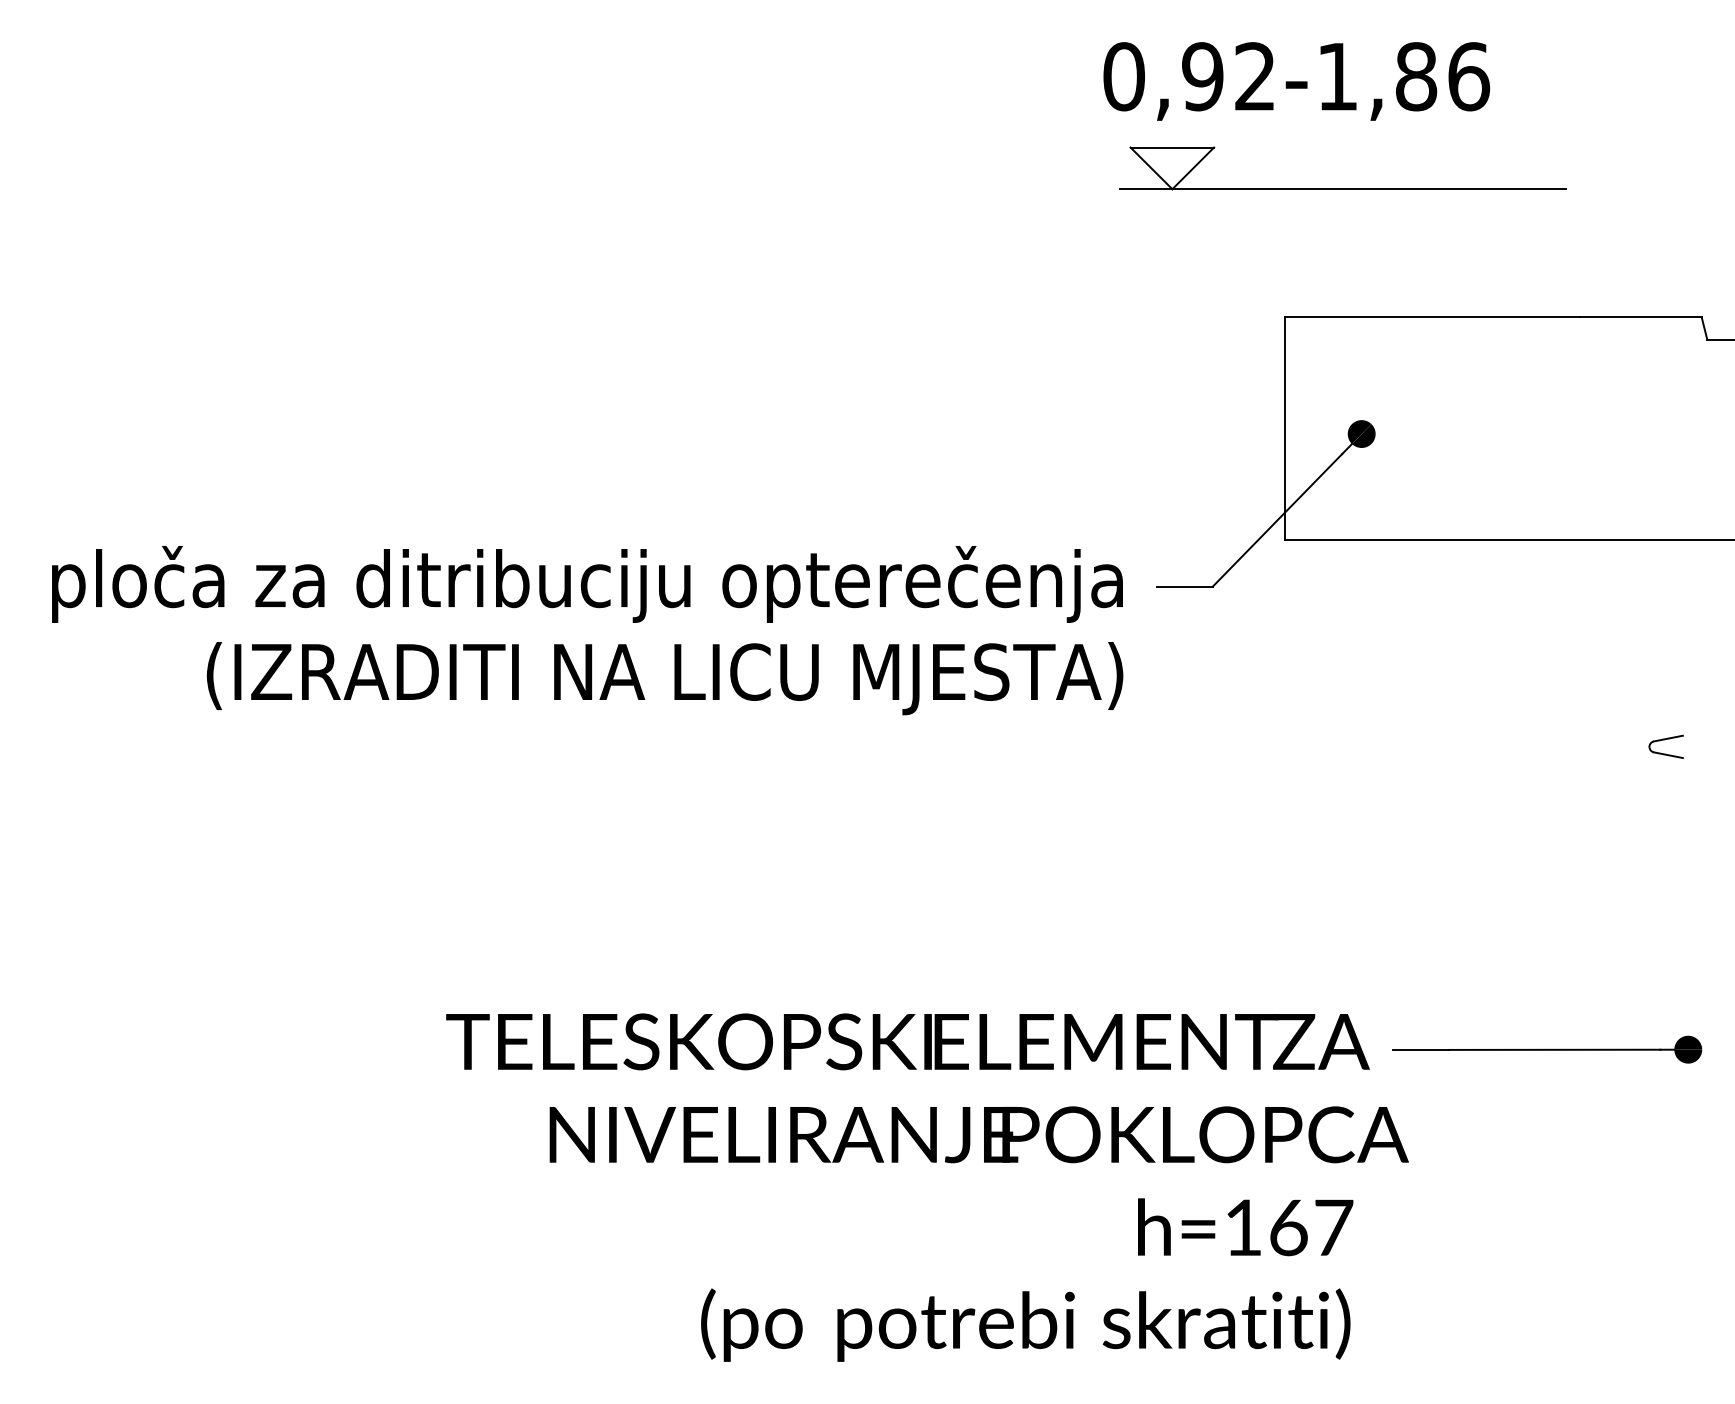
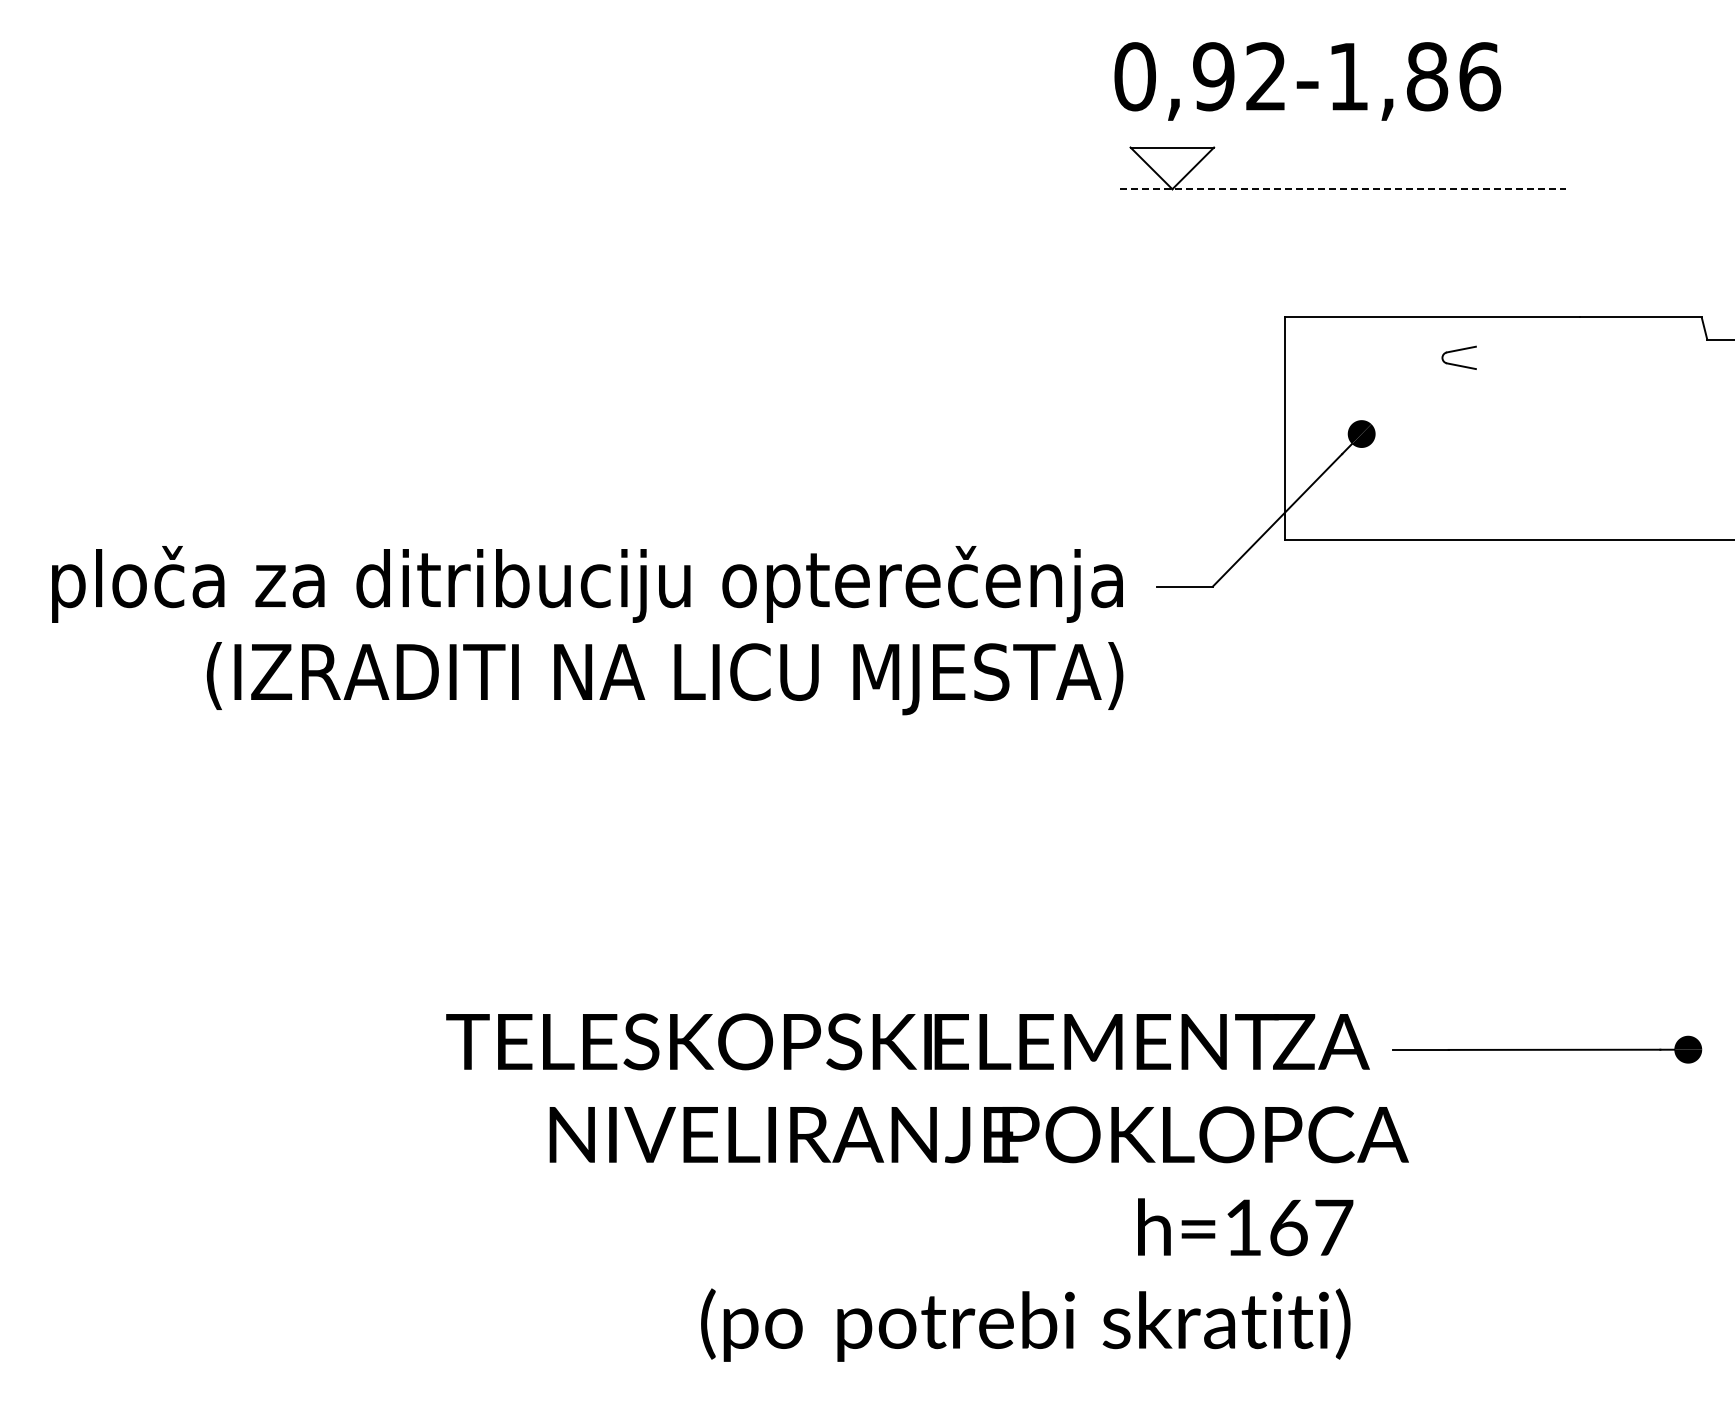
text at (1296, 81) position: (1296, 81) -> (1307, 81)
line at (1343, 189): solid -> dashed
part at (1665, 746) position: (1665, 746) -> (1458, 357)
